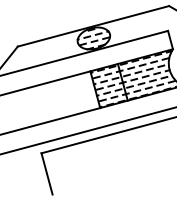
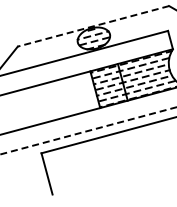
line at (93, 26): solid -> dashed
line at (88, 130): solid -> dashed
